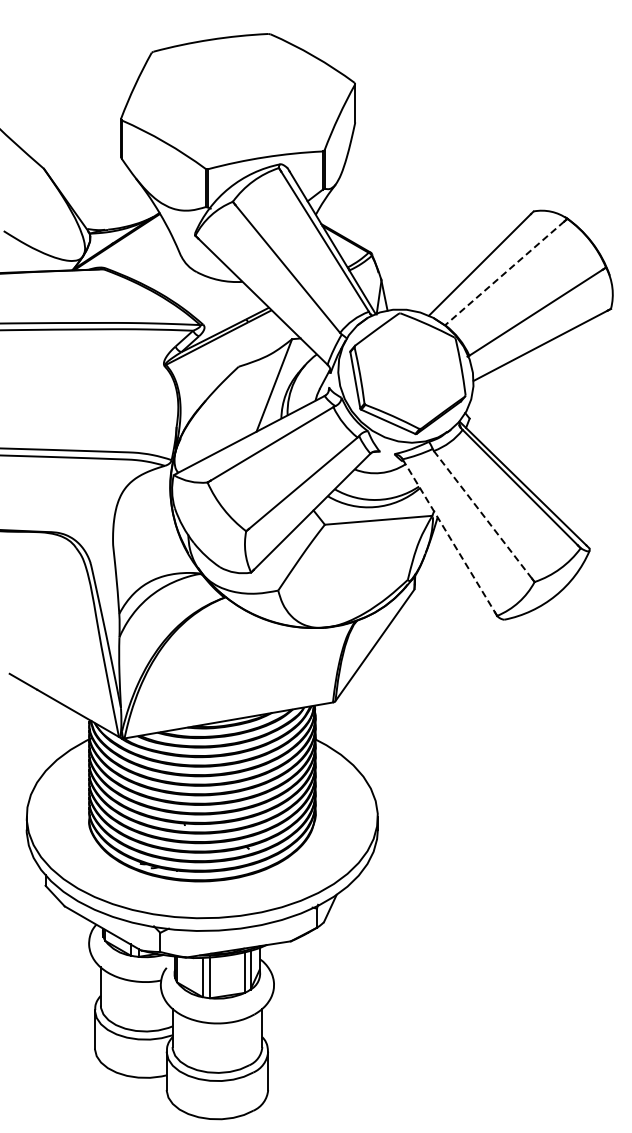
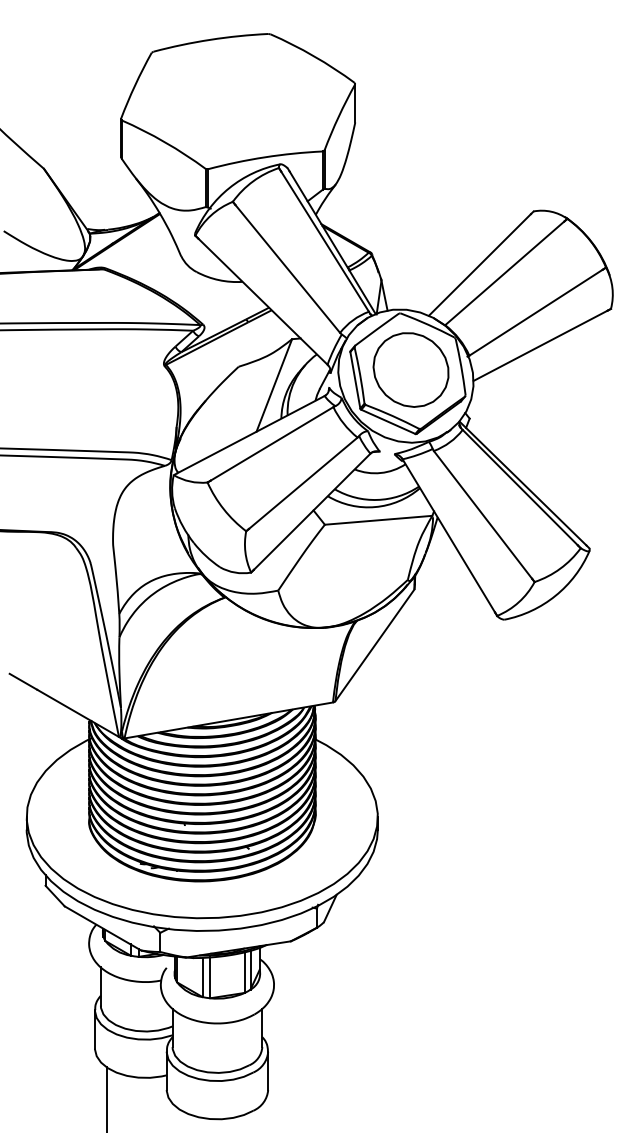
line at (504, 273): dashed -> solid
part at (410, 369): none -> present
line at (483, 514): dashed -> solid
line at (449, 536): dashed -> solid
line at (106, 1098): none -> present
